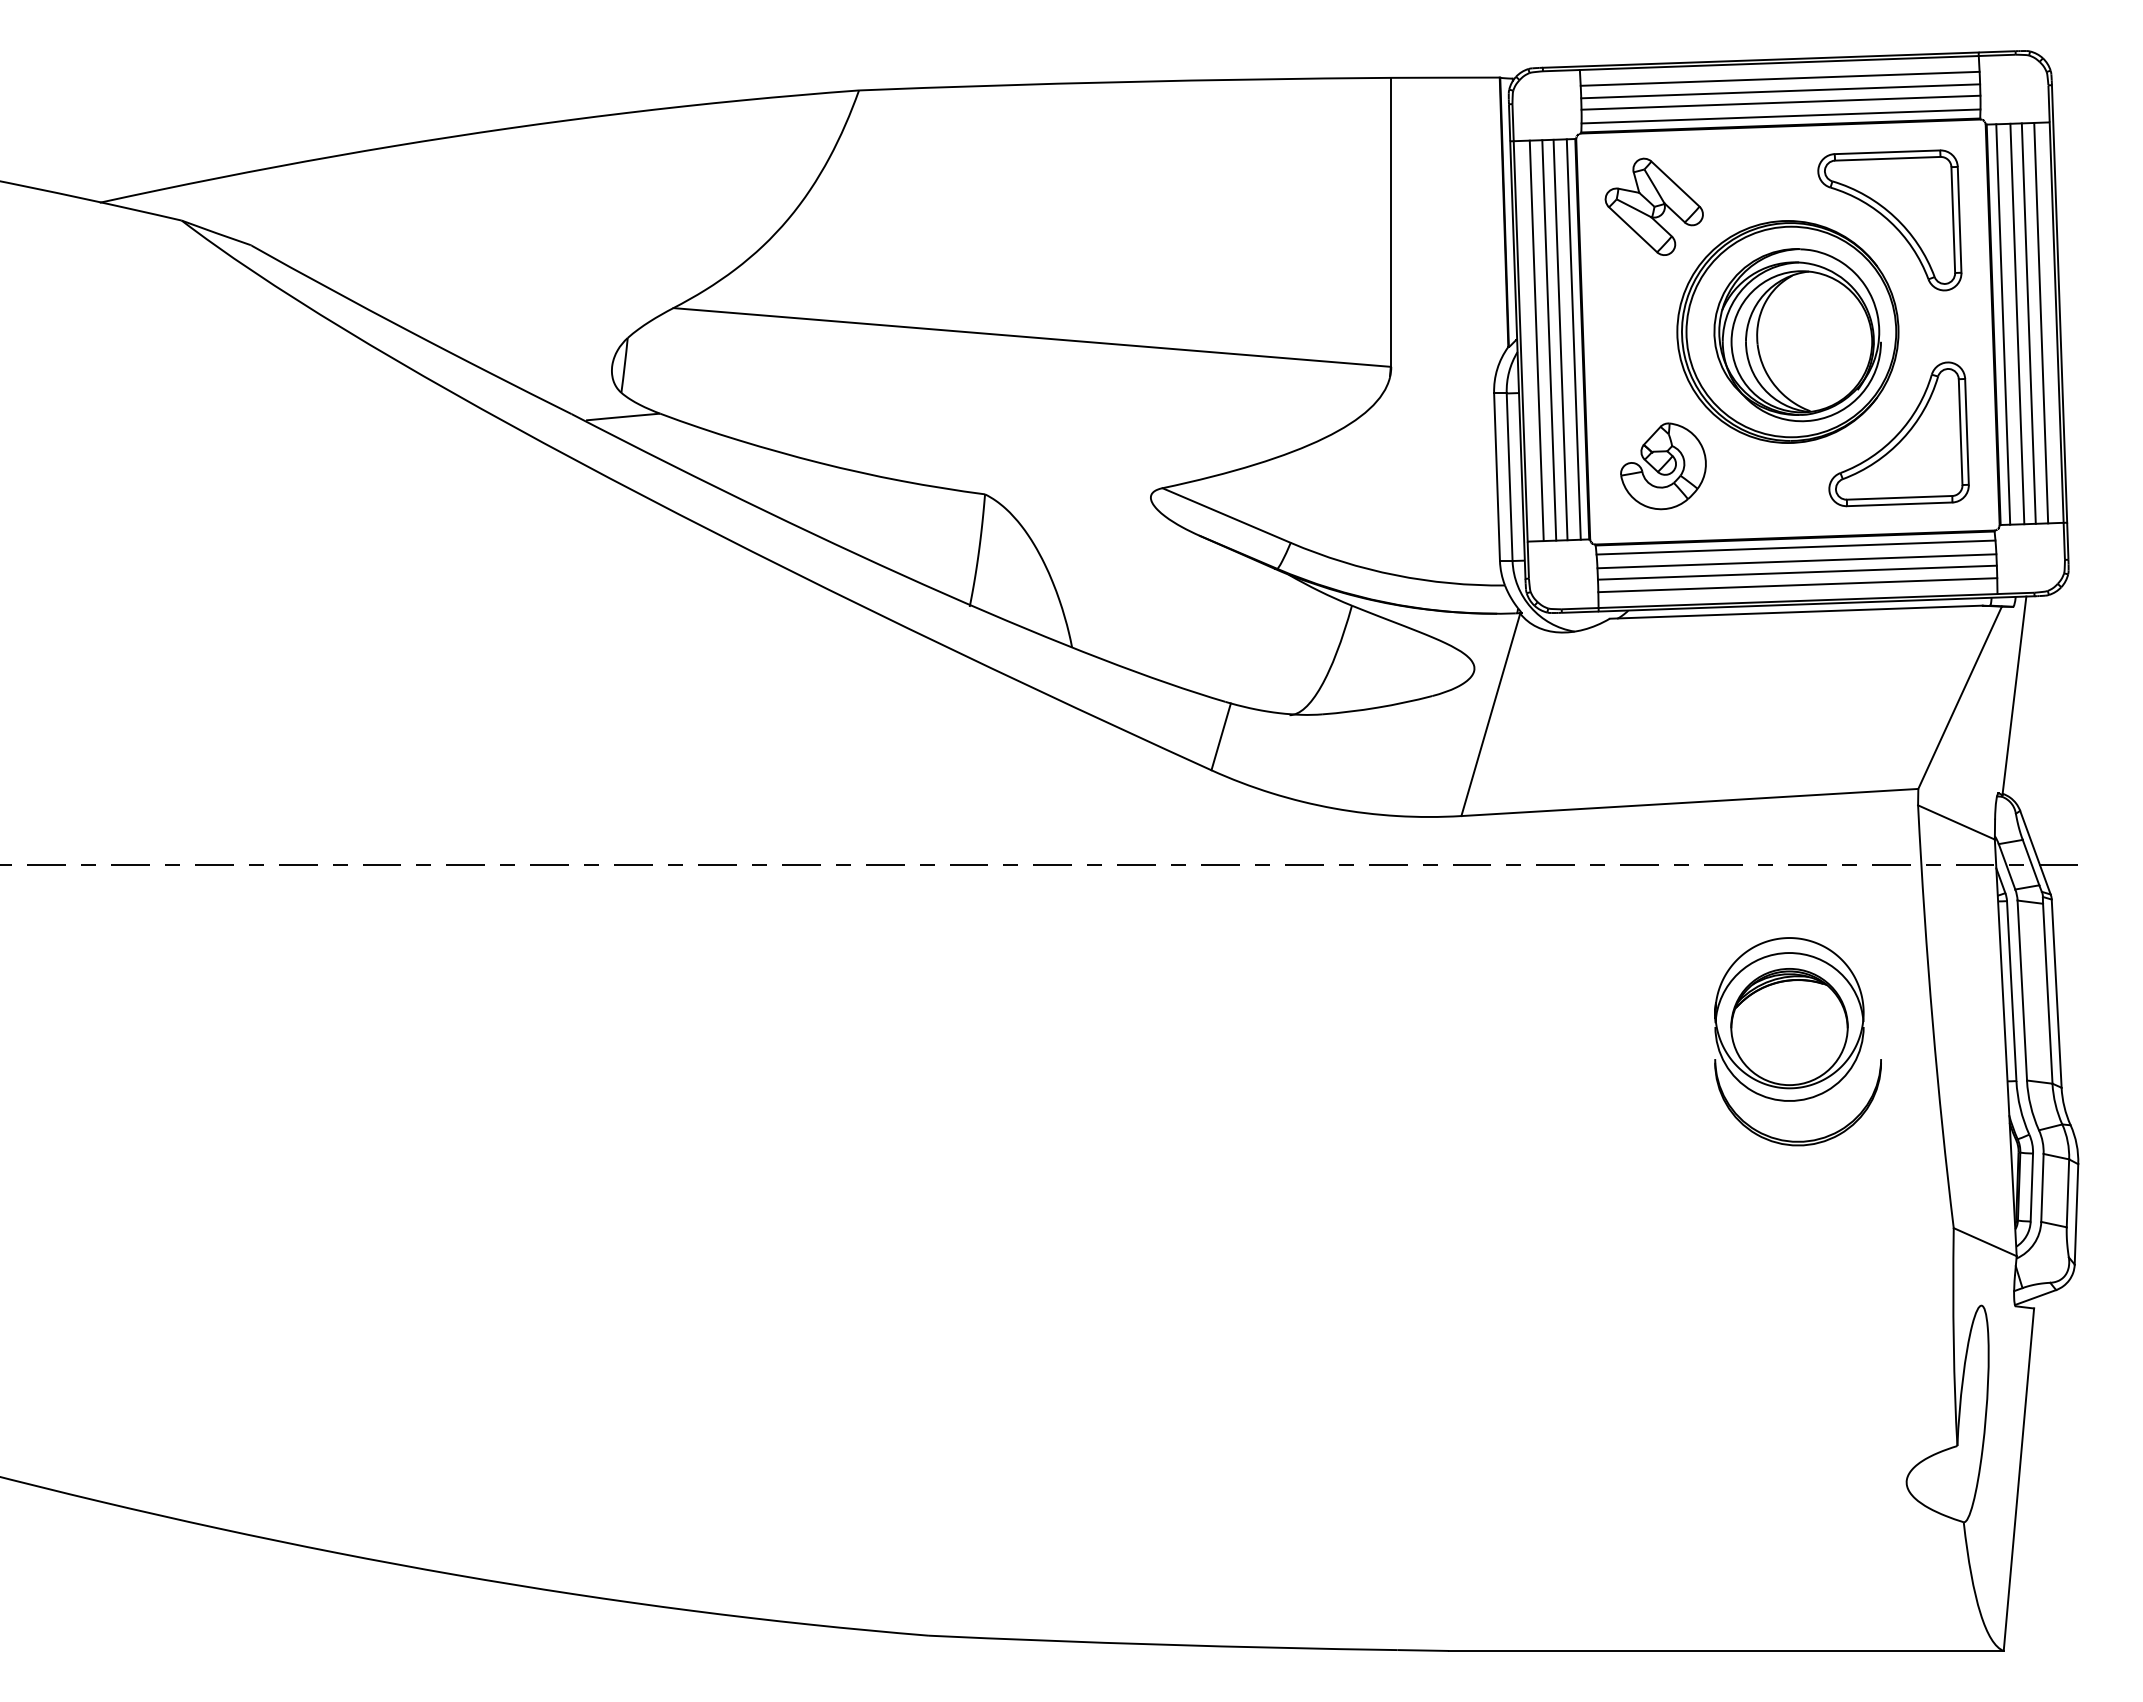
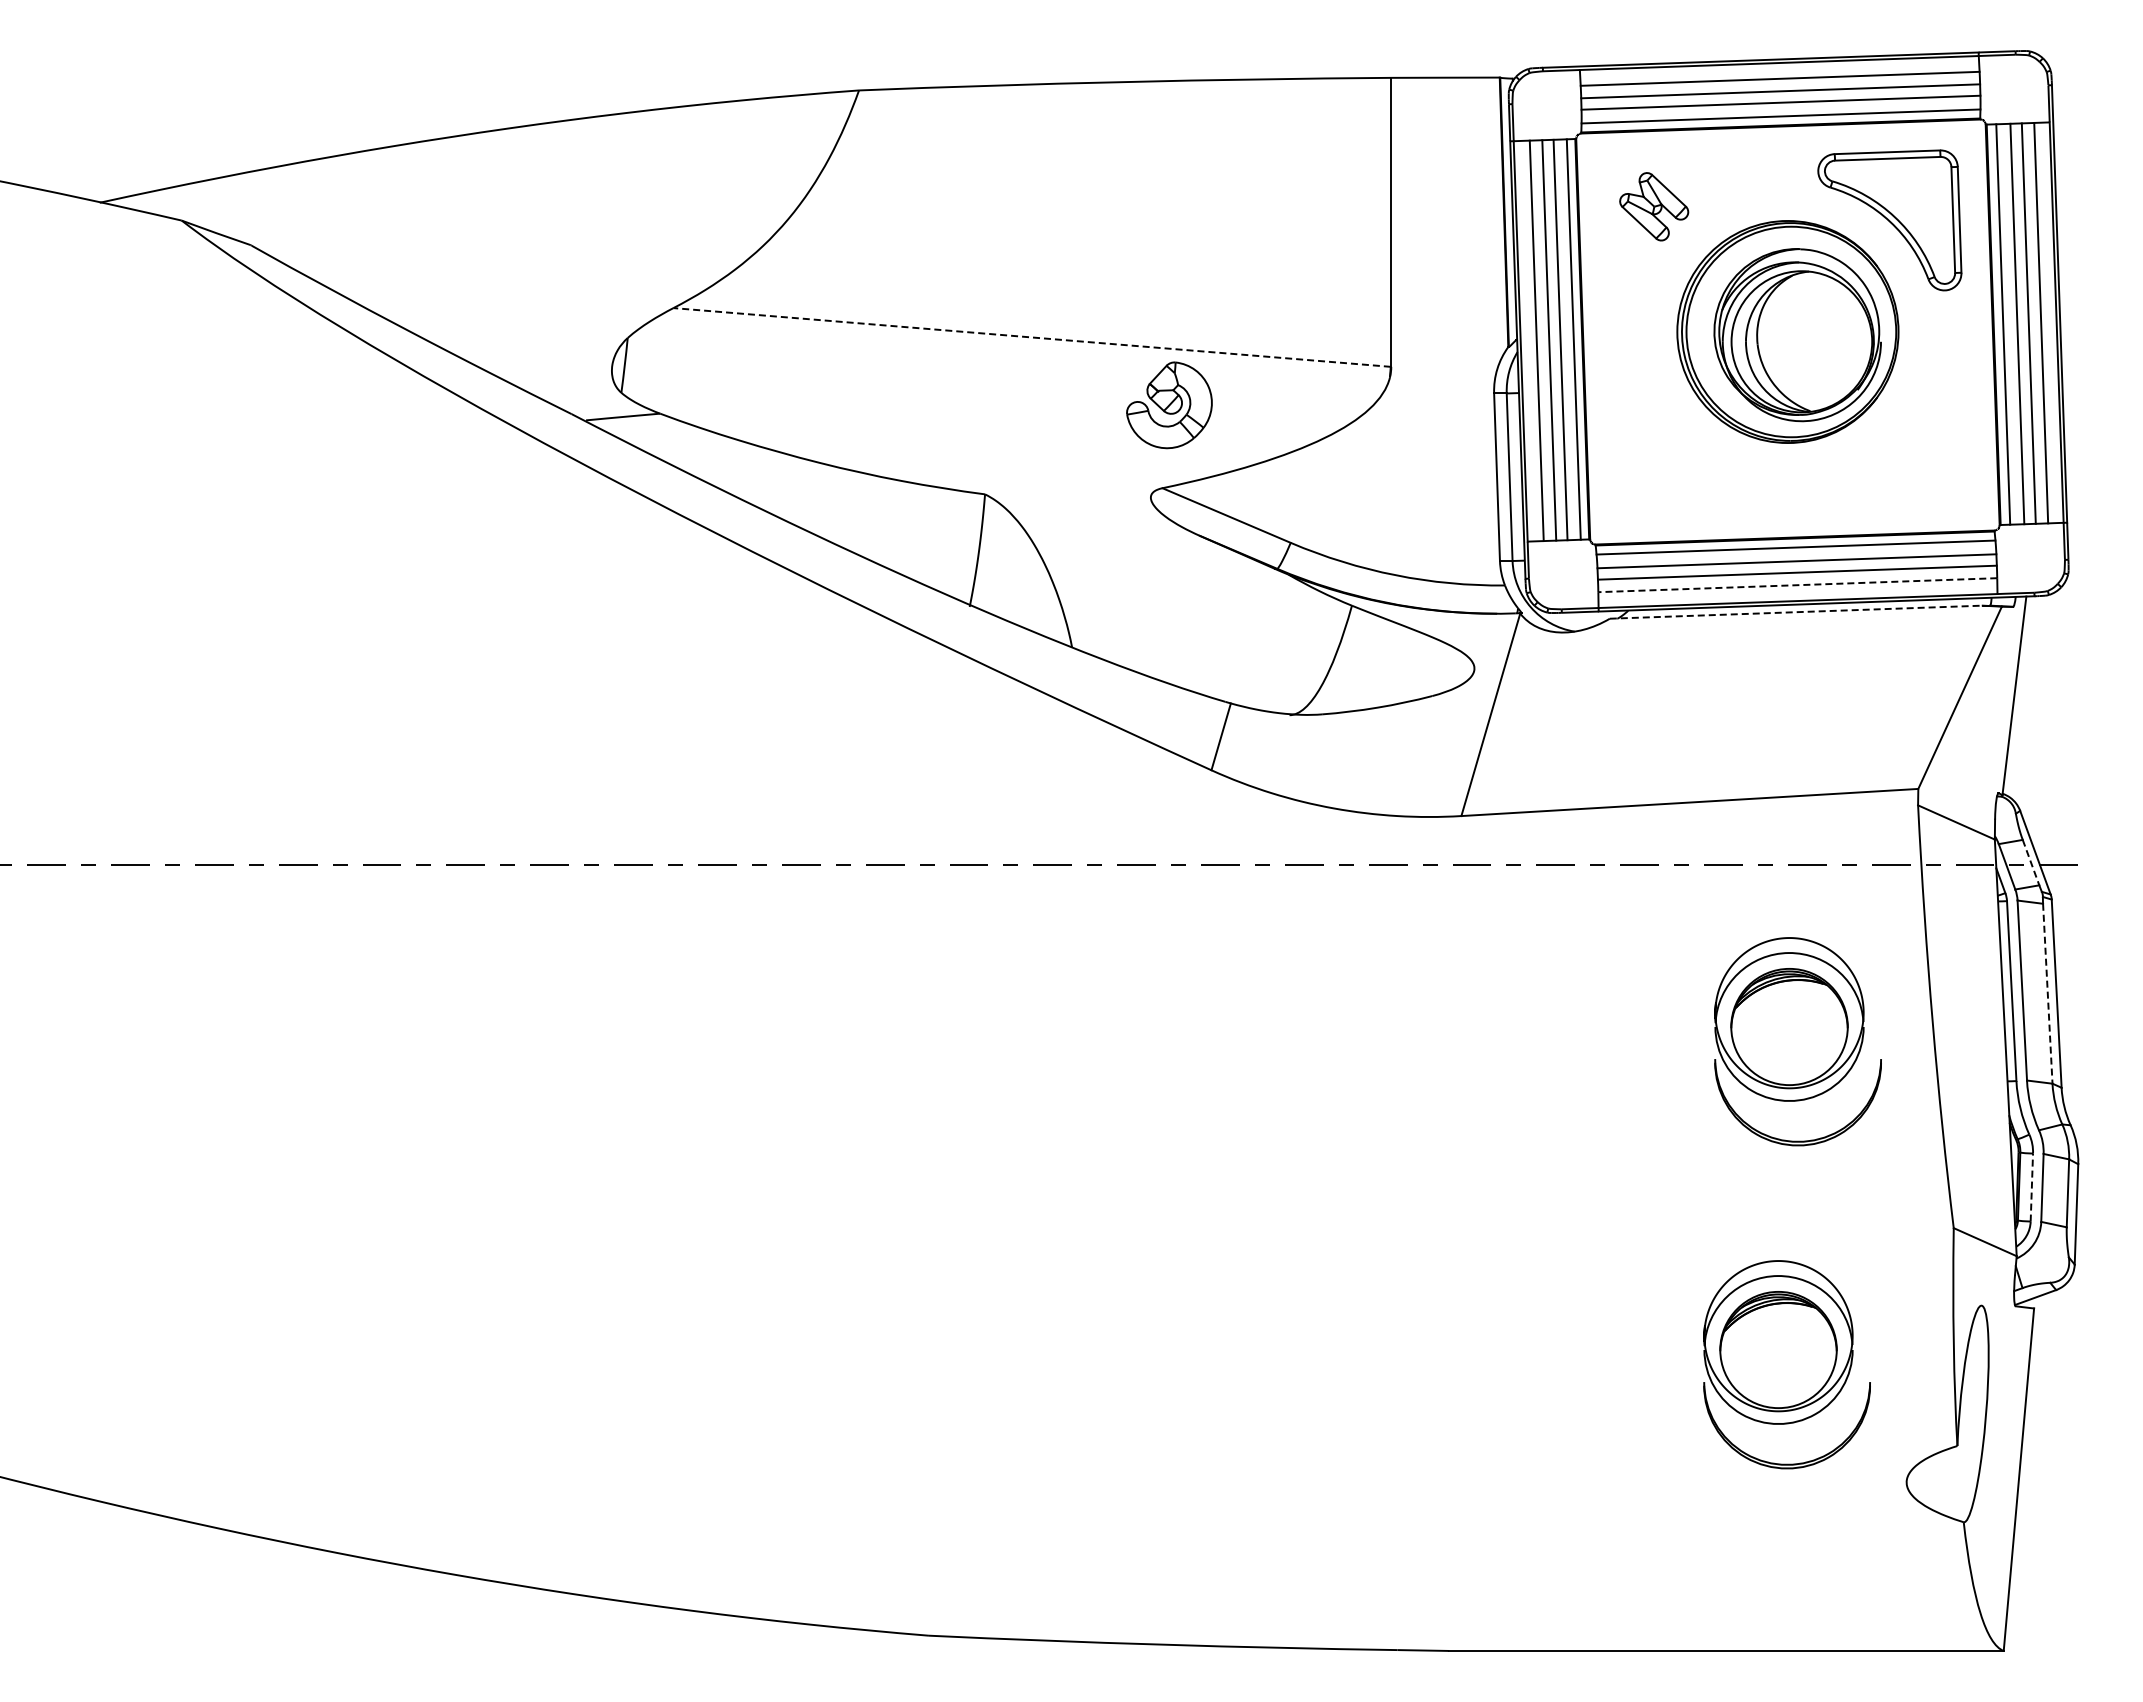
part at (1653, 206) size: 100x99 px -> 71x70 px
line at (1032, 337): solid -> dashed
part at (1898, 434): present -> none
part at (1663, 466) position: (1663, 466) -> (1169, 405)
line at (1797, 585): solid -> dashed
line at (1796, 612): solid -> dashed
line at (2031, 863): solid -> dashed
line at (2047, 994): solid -> dashed
line at (2031, 1187): solid -> dashed
part at (1786, 1364): none -> present
